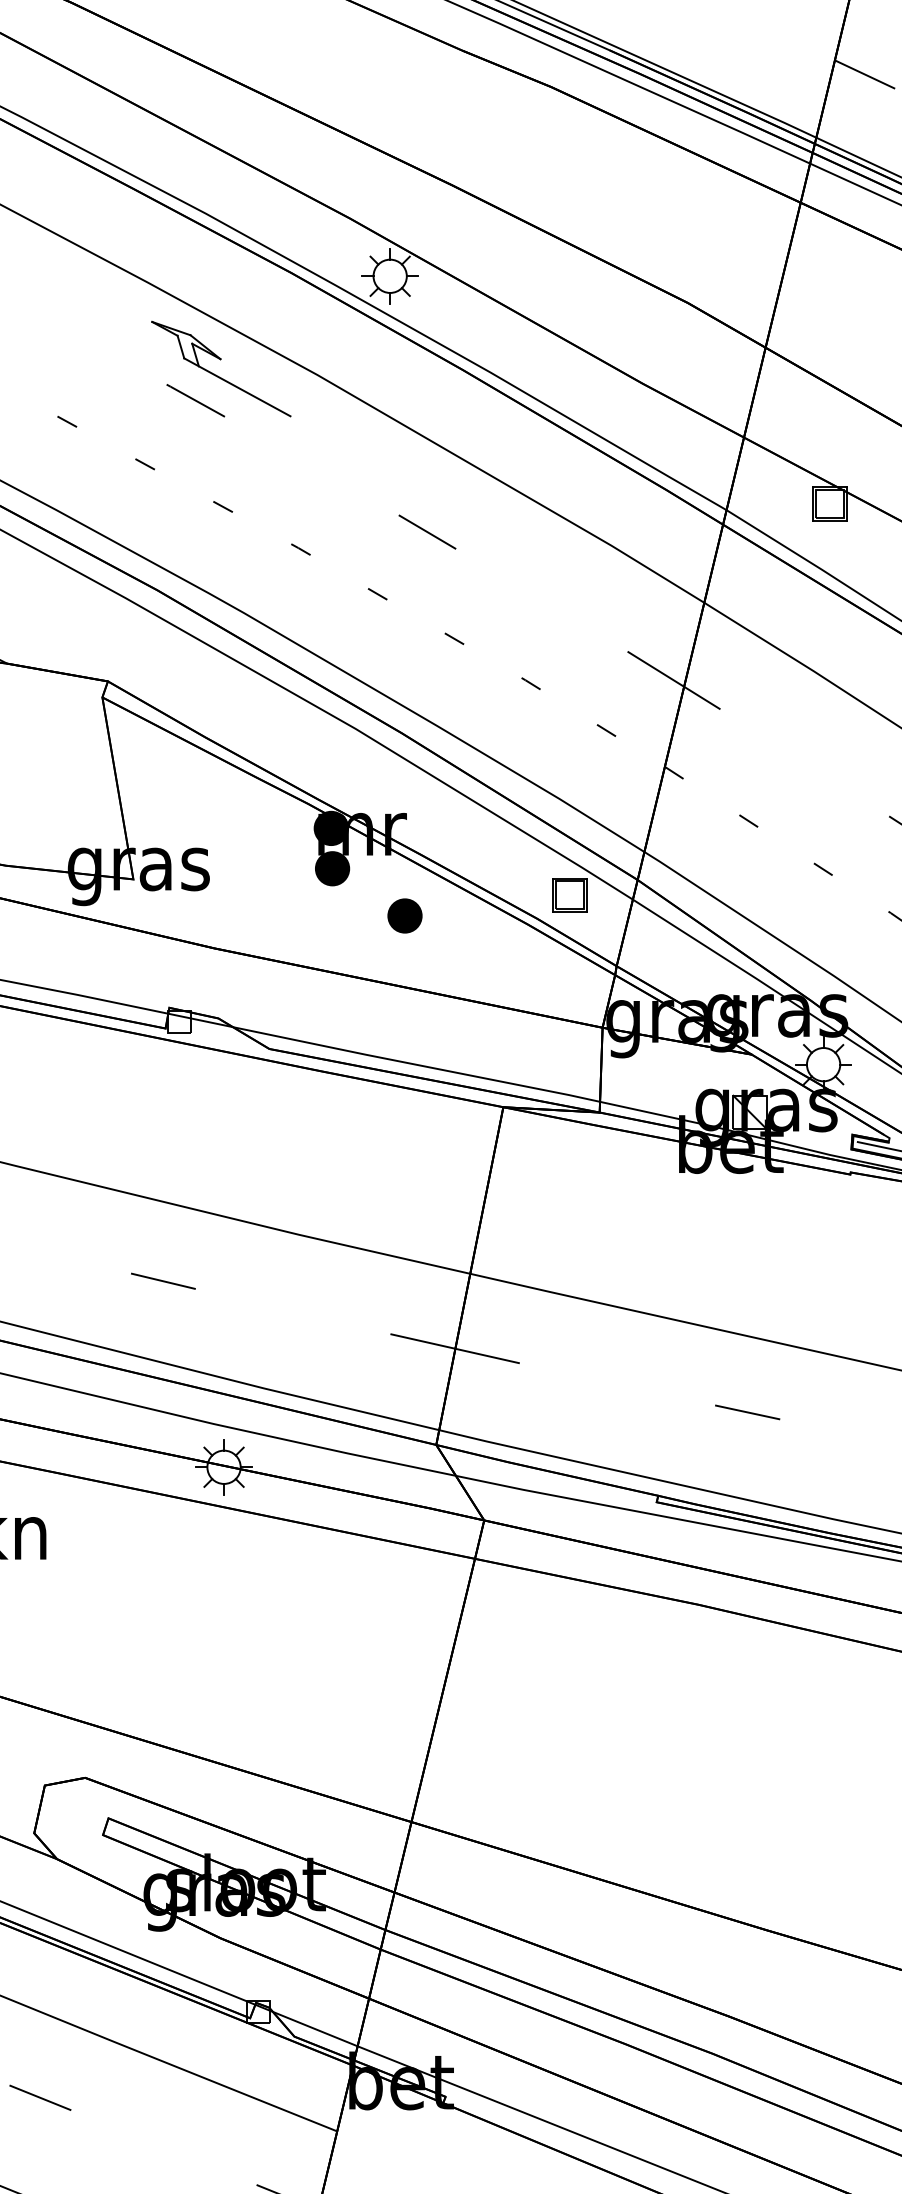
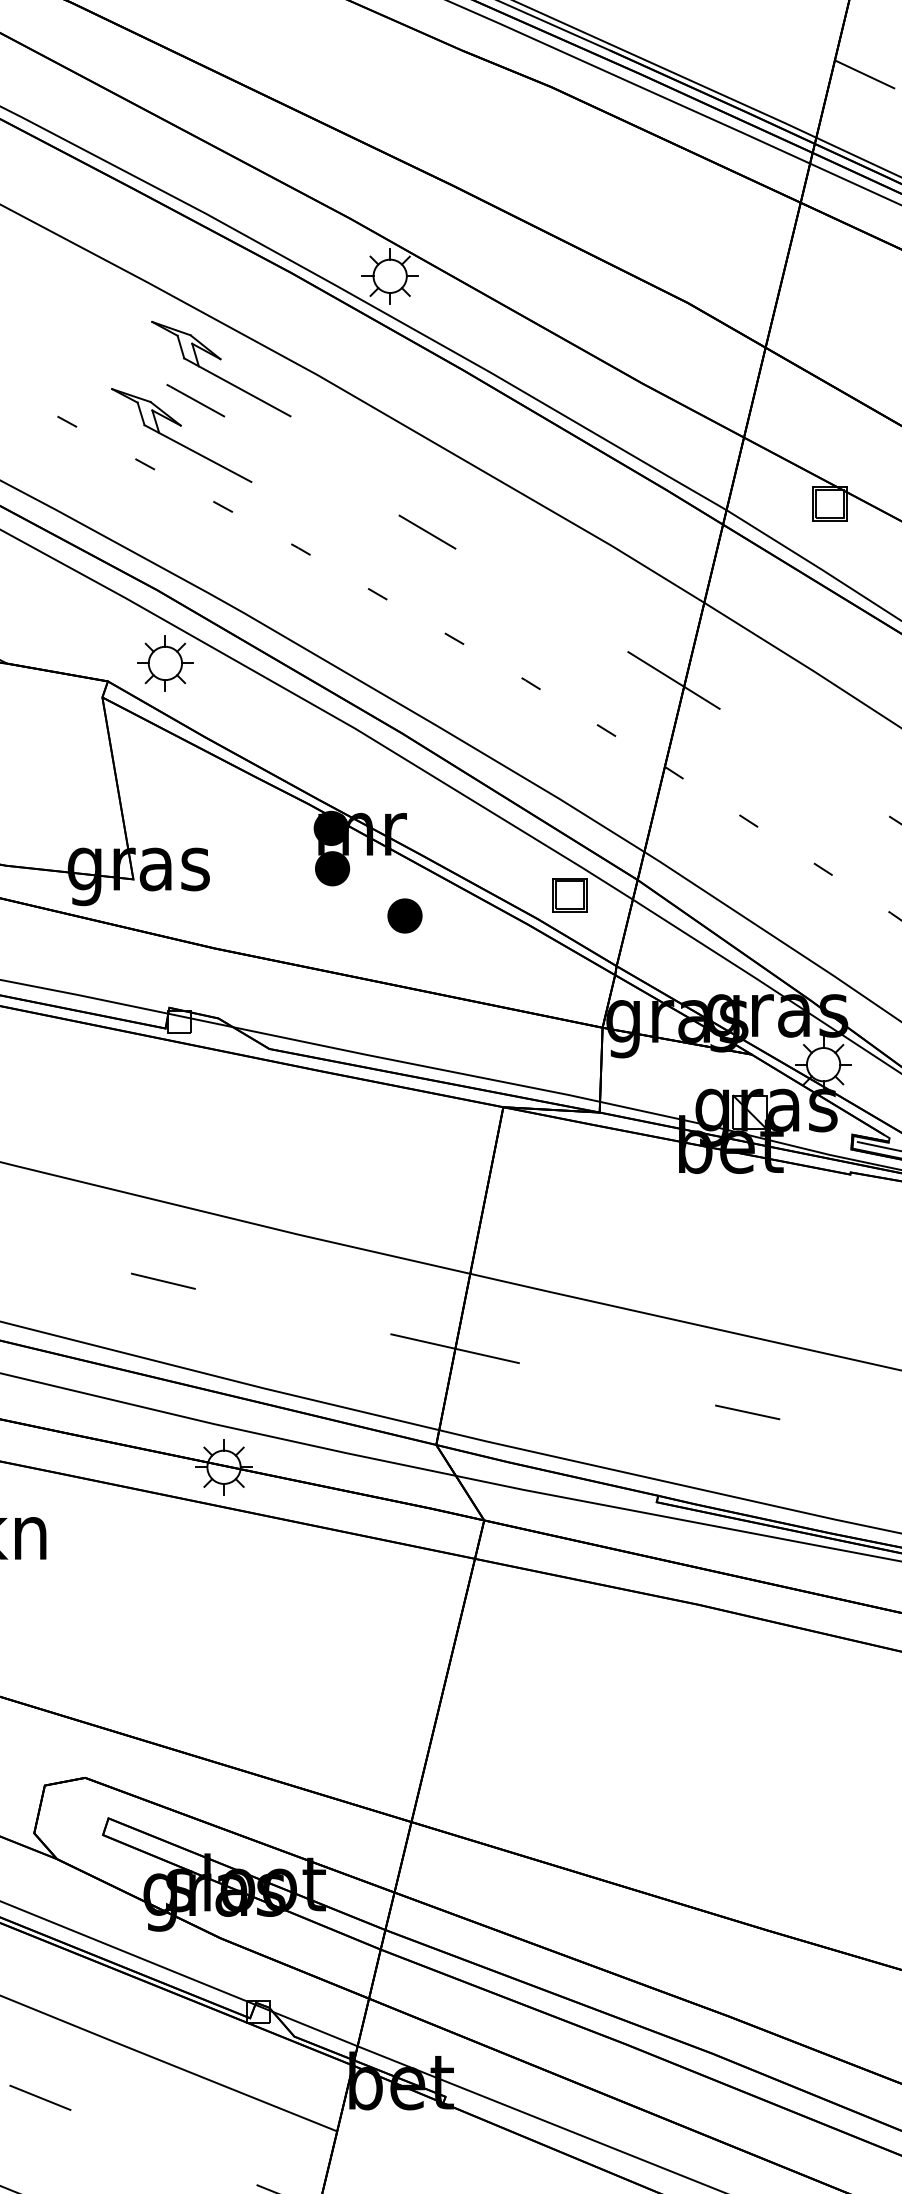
part at (177, 441): none -> present
part at (165, 663): none -> present
